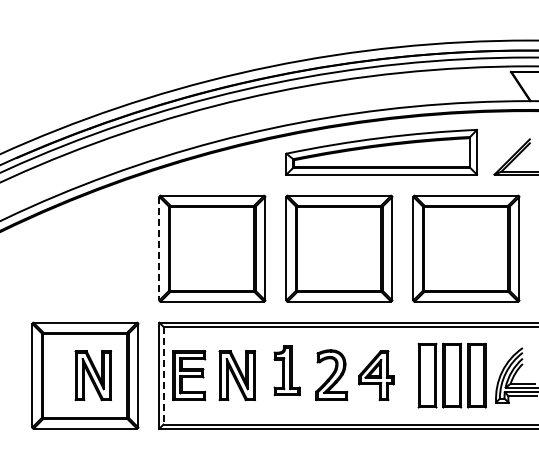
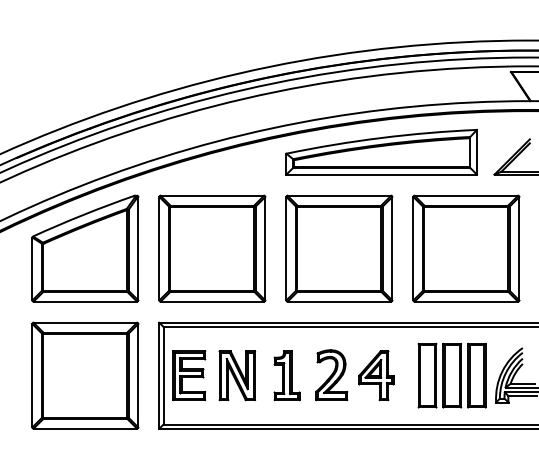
part at (85, 248): none -> present
line at (159, 248): dashed -> solid
part at (286, 370) position: (286, 370) -> (286, 375)
part at (93, 375): present -> none
line at (163, 375): dashed -> solid
